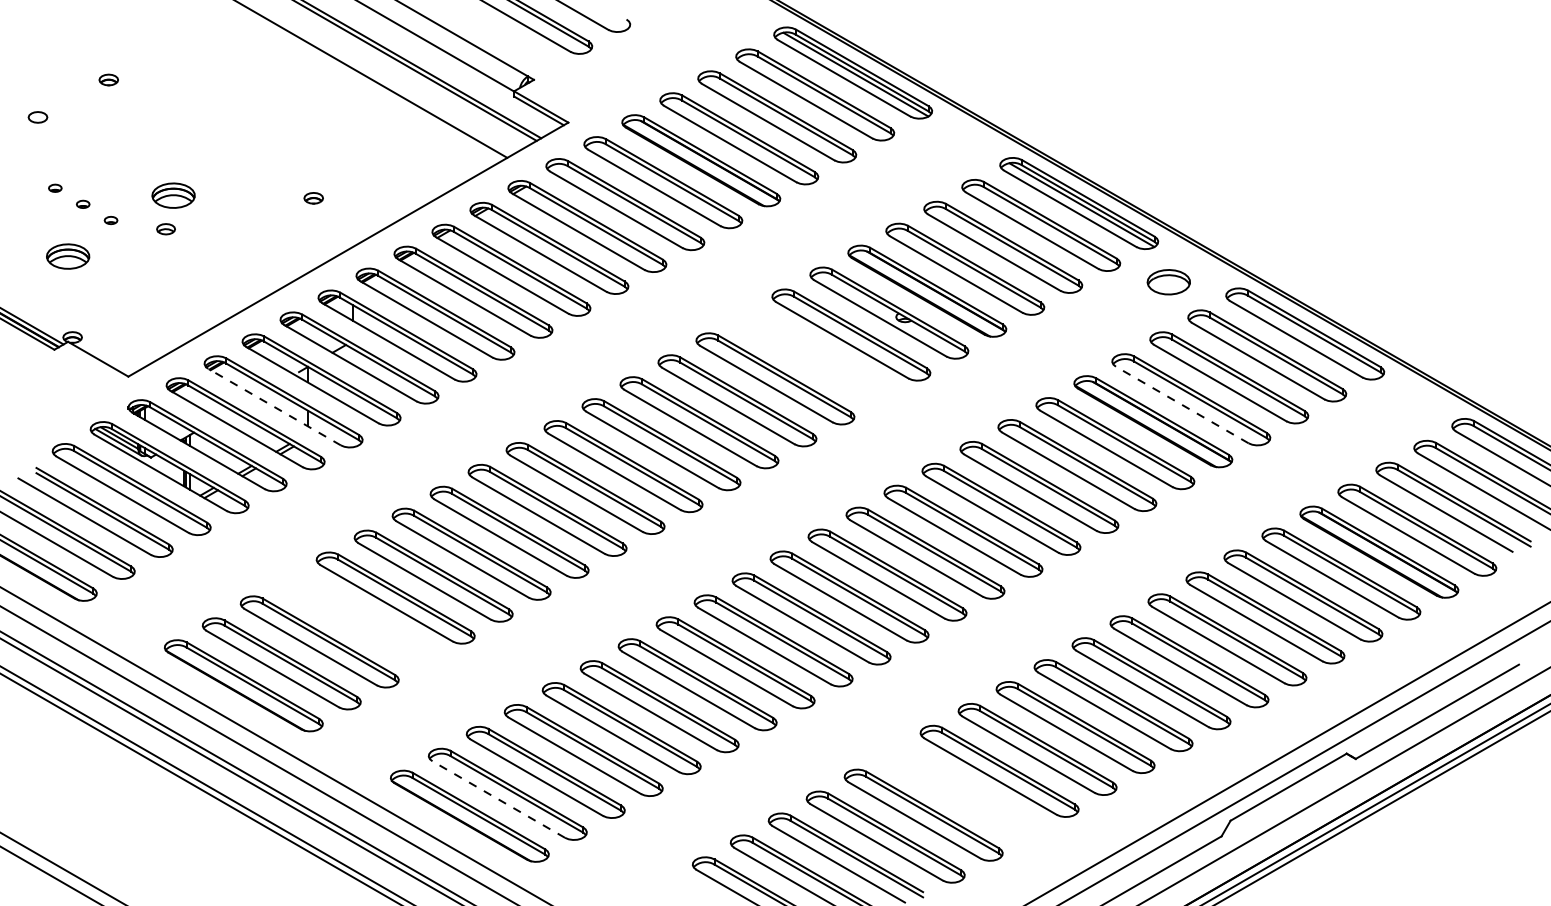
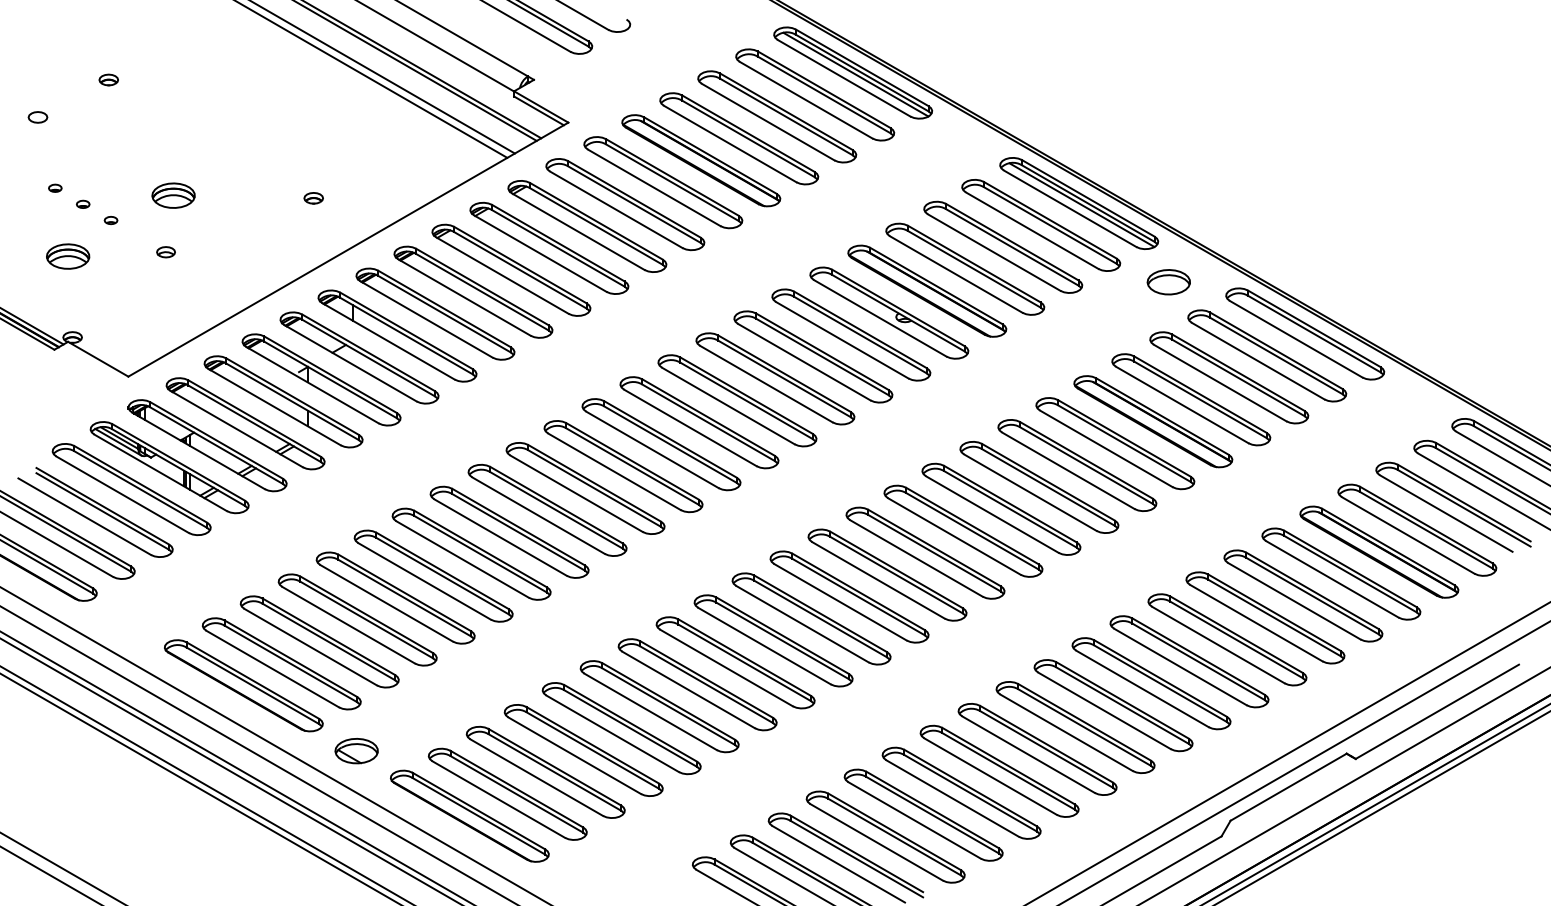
line at (383, 77): none -> present
part at (165, 229) position: (165, 229) -> (165, 252)
part at (813, 356): none -> present
line at (1182, 405): dashed -> solid
line at (274, 407): dashed -> solid
part at (357, 619): none -> present
part at (356, 751): none -> present
part at (961, 792): none -> present
line at (498, 799): dashed -> solid
